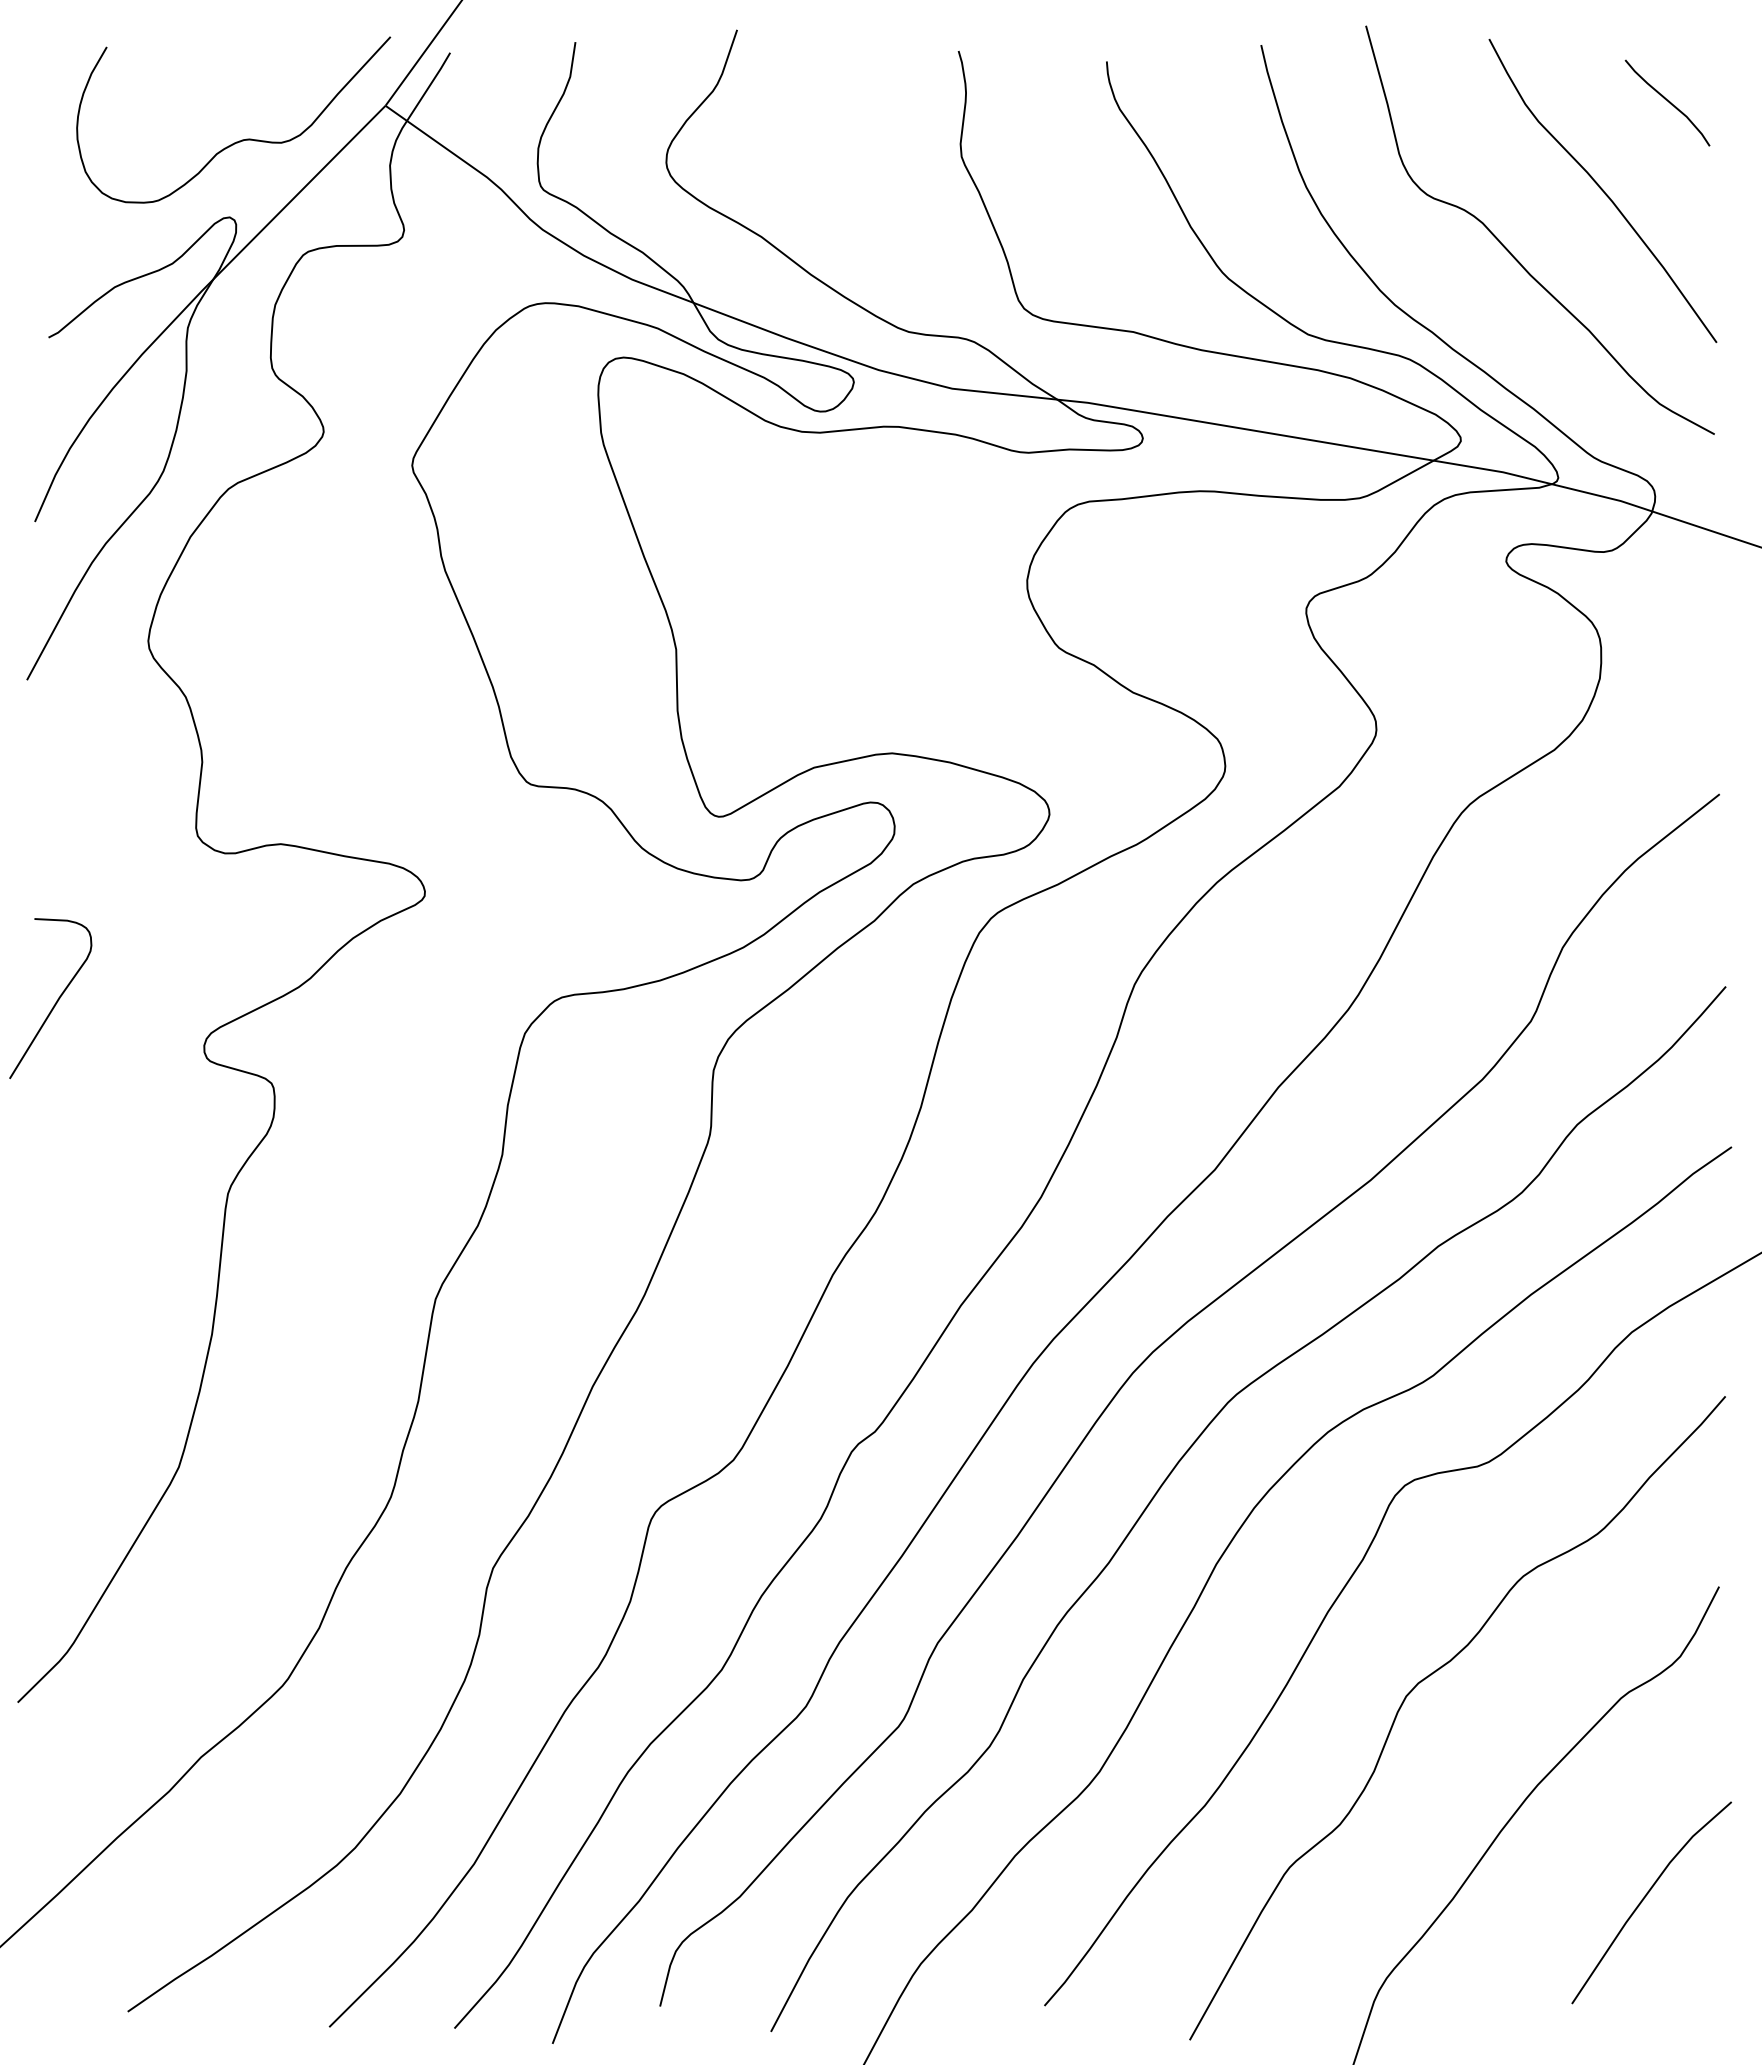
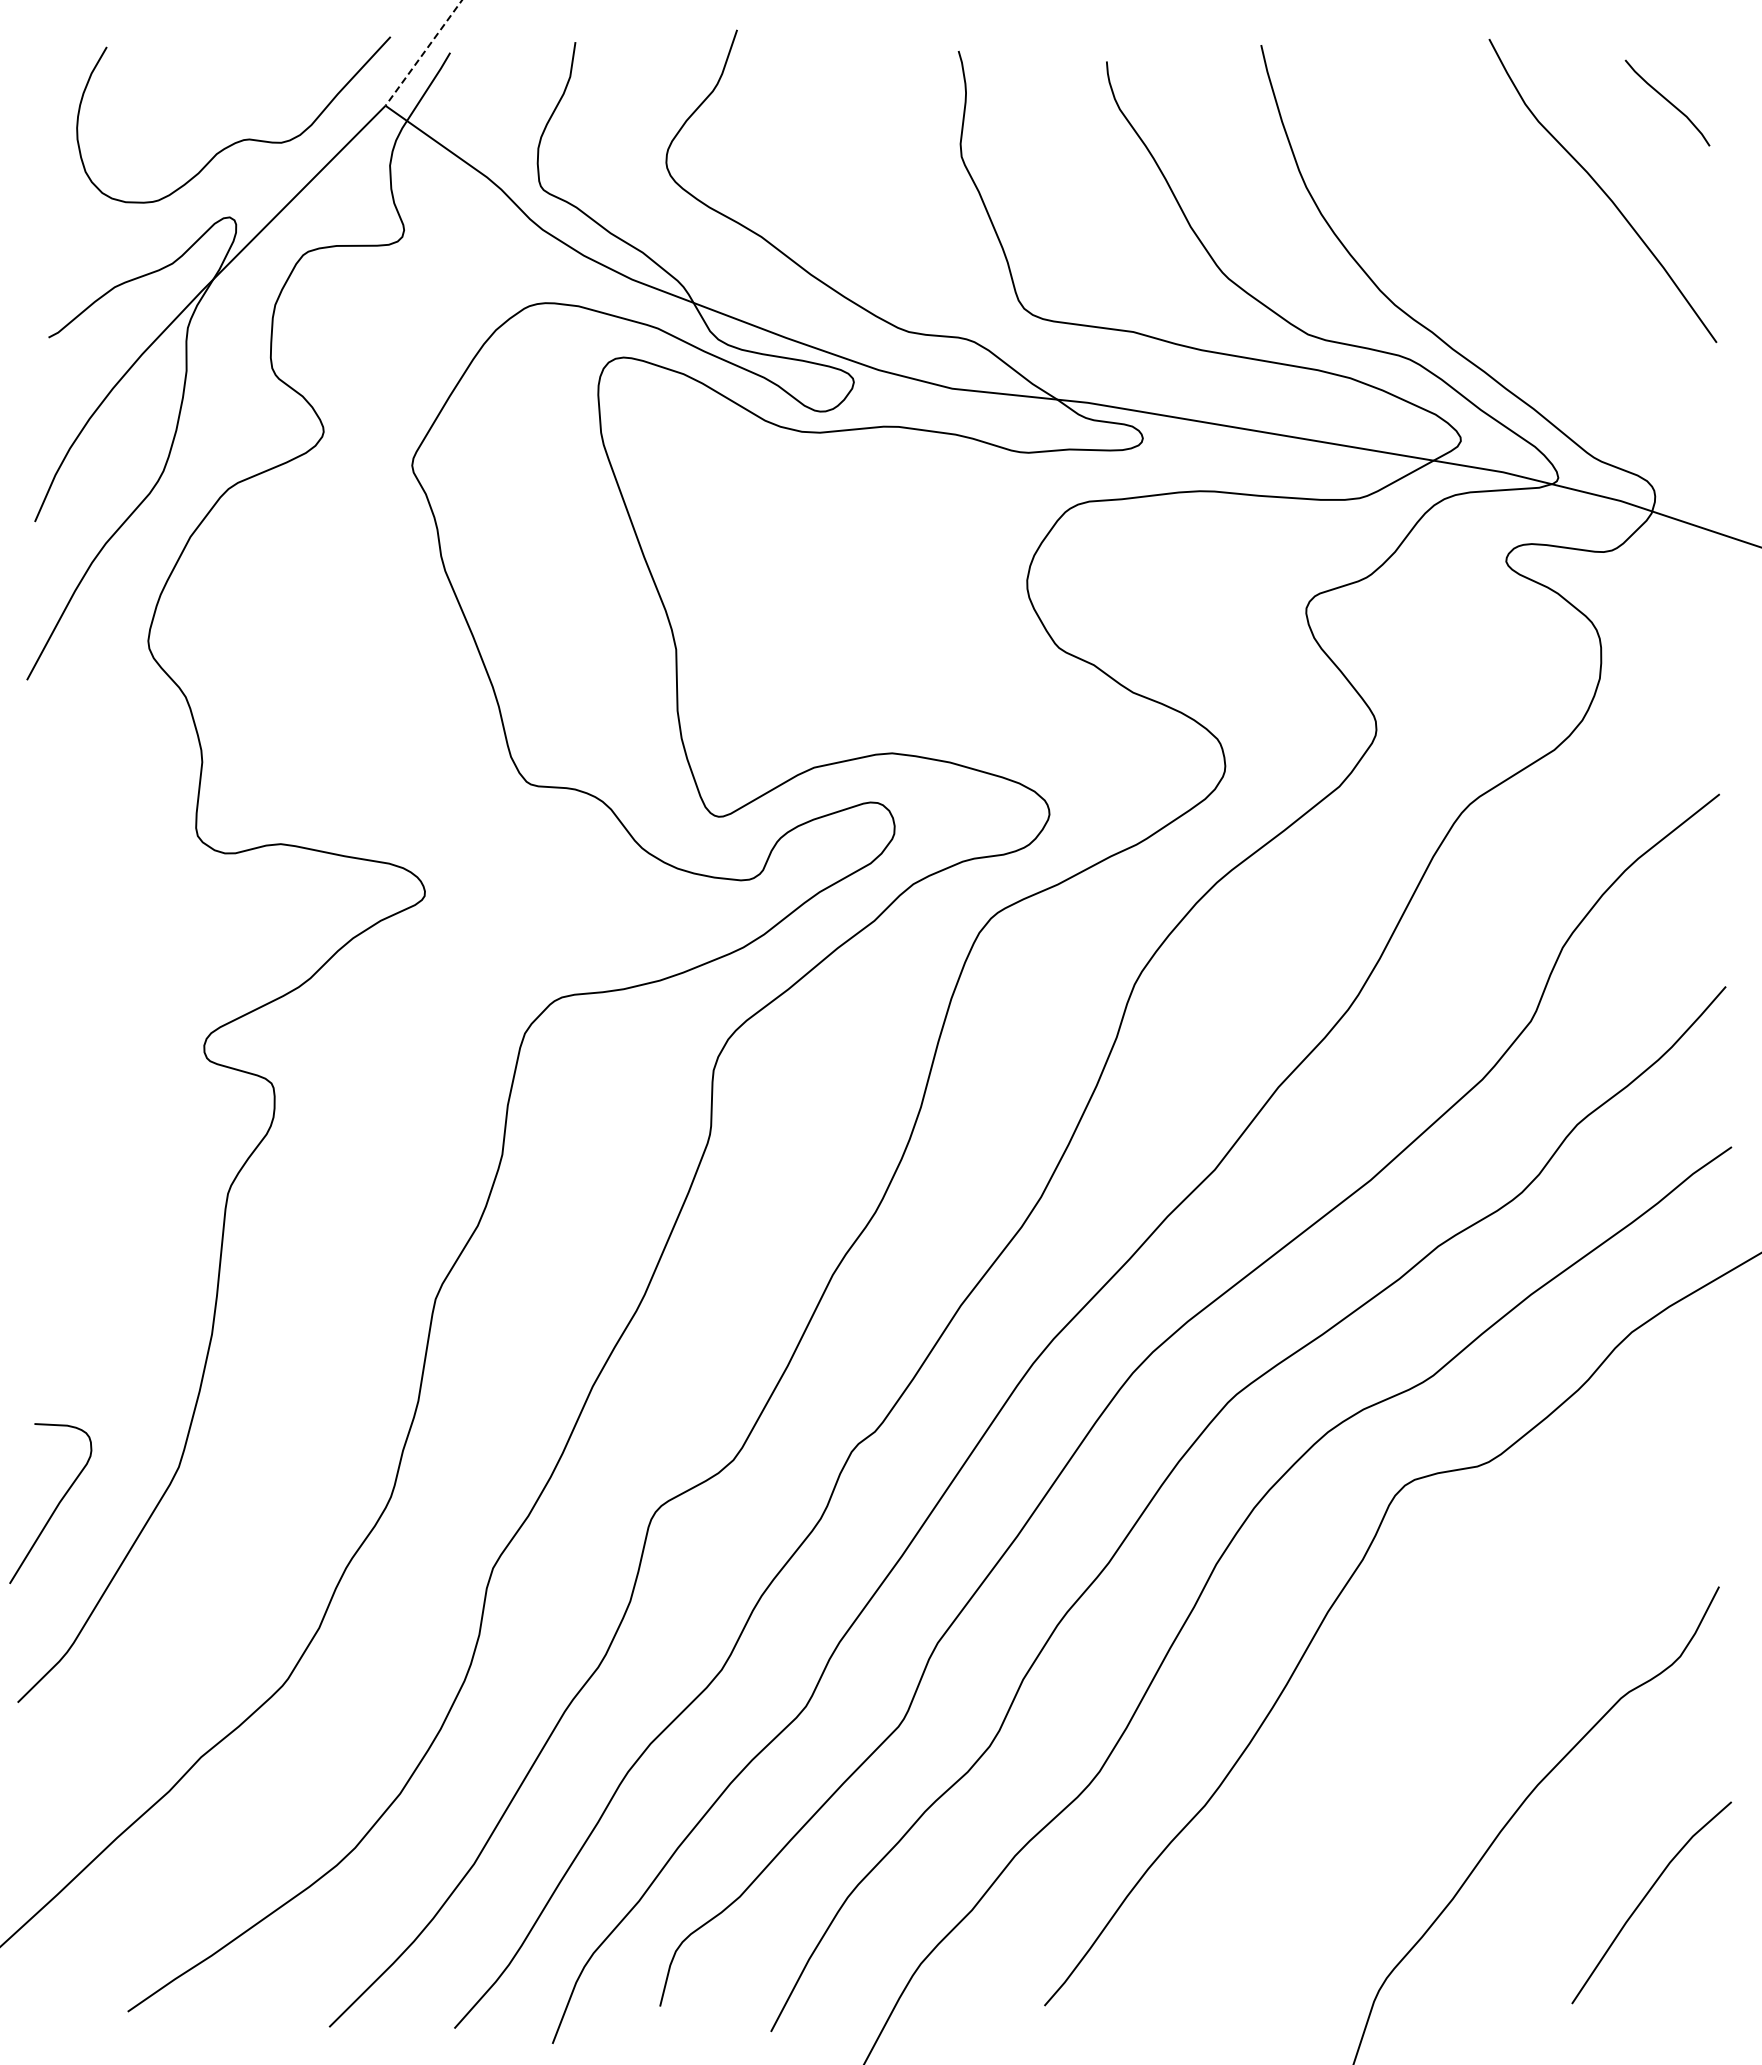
line at (423, 53): solid -> dashed
curve at (1510, 251): present -> none
curve at (56, 1000) position: (56, 1000) -> (56, 1505)
curve at (1427, 1678): present -> none
